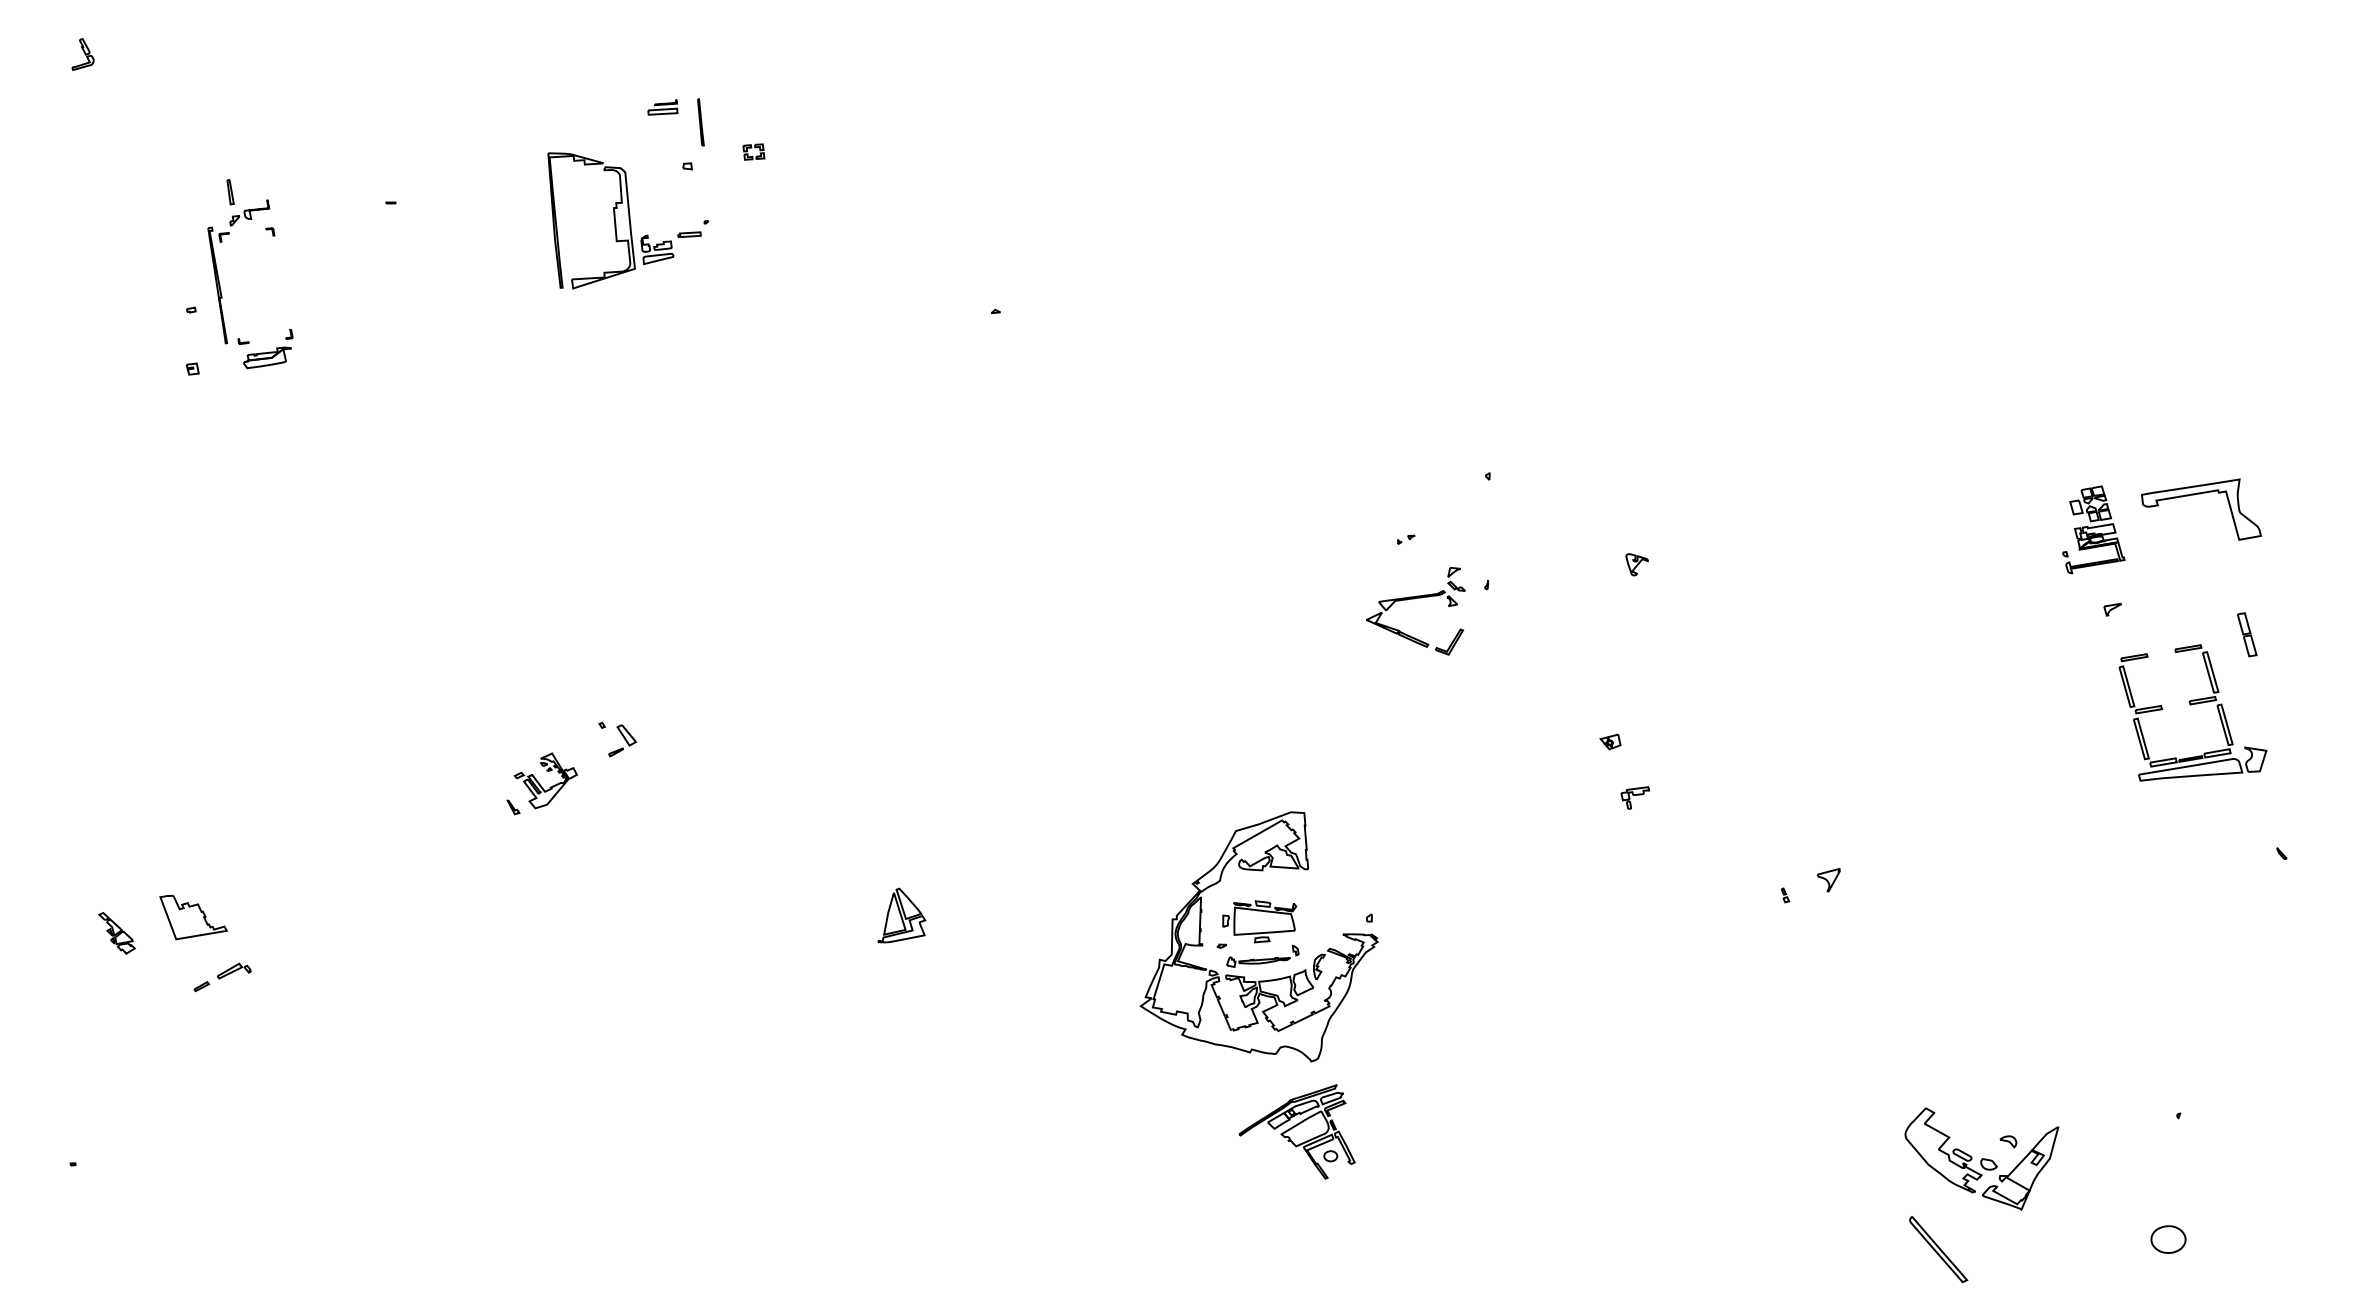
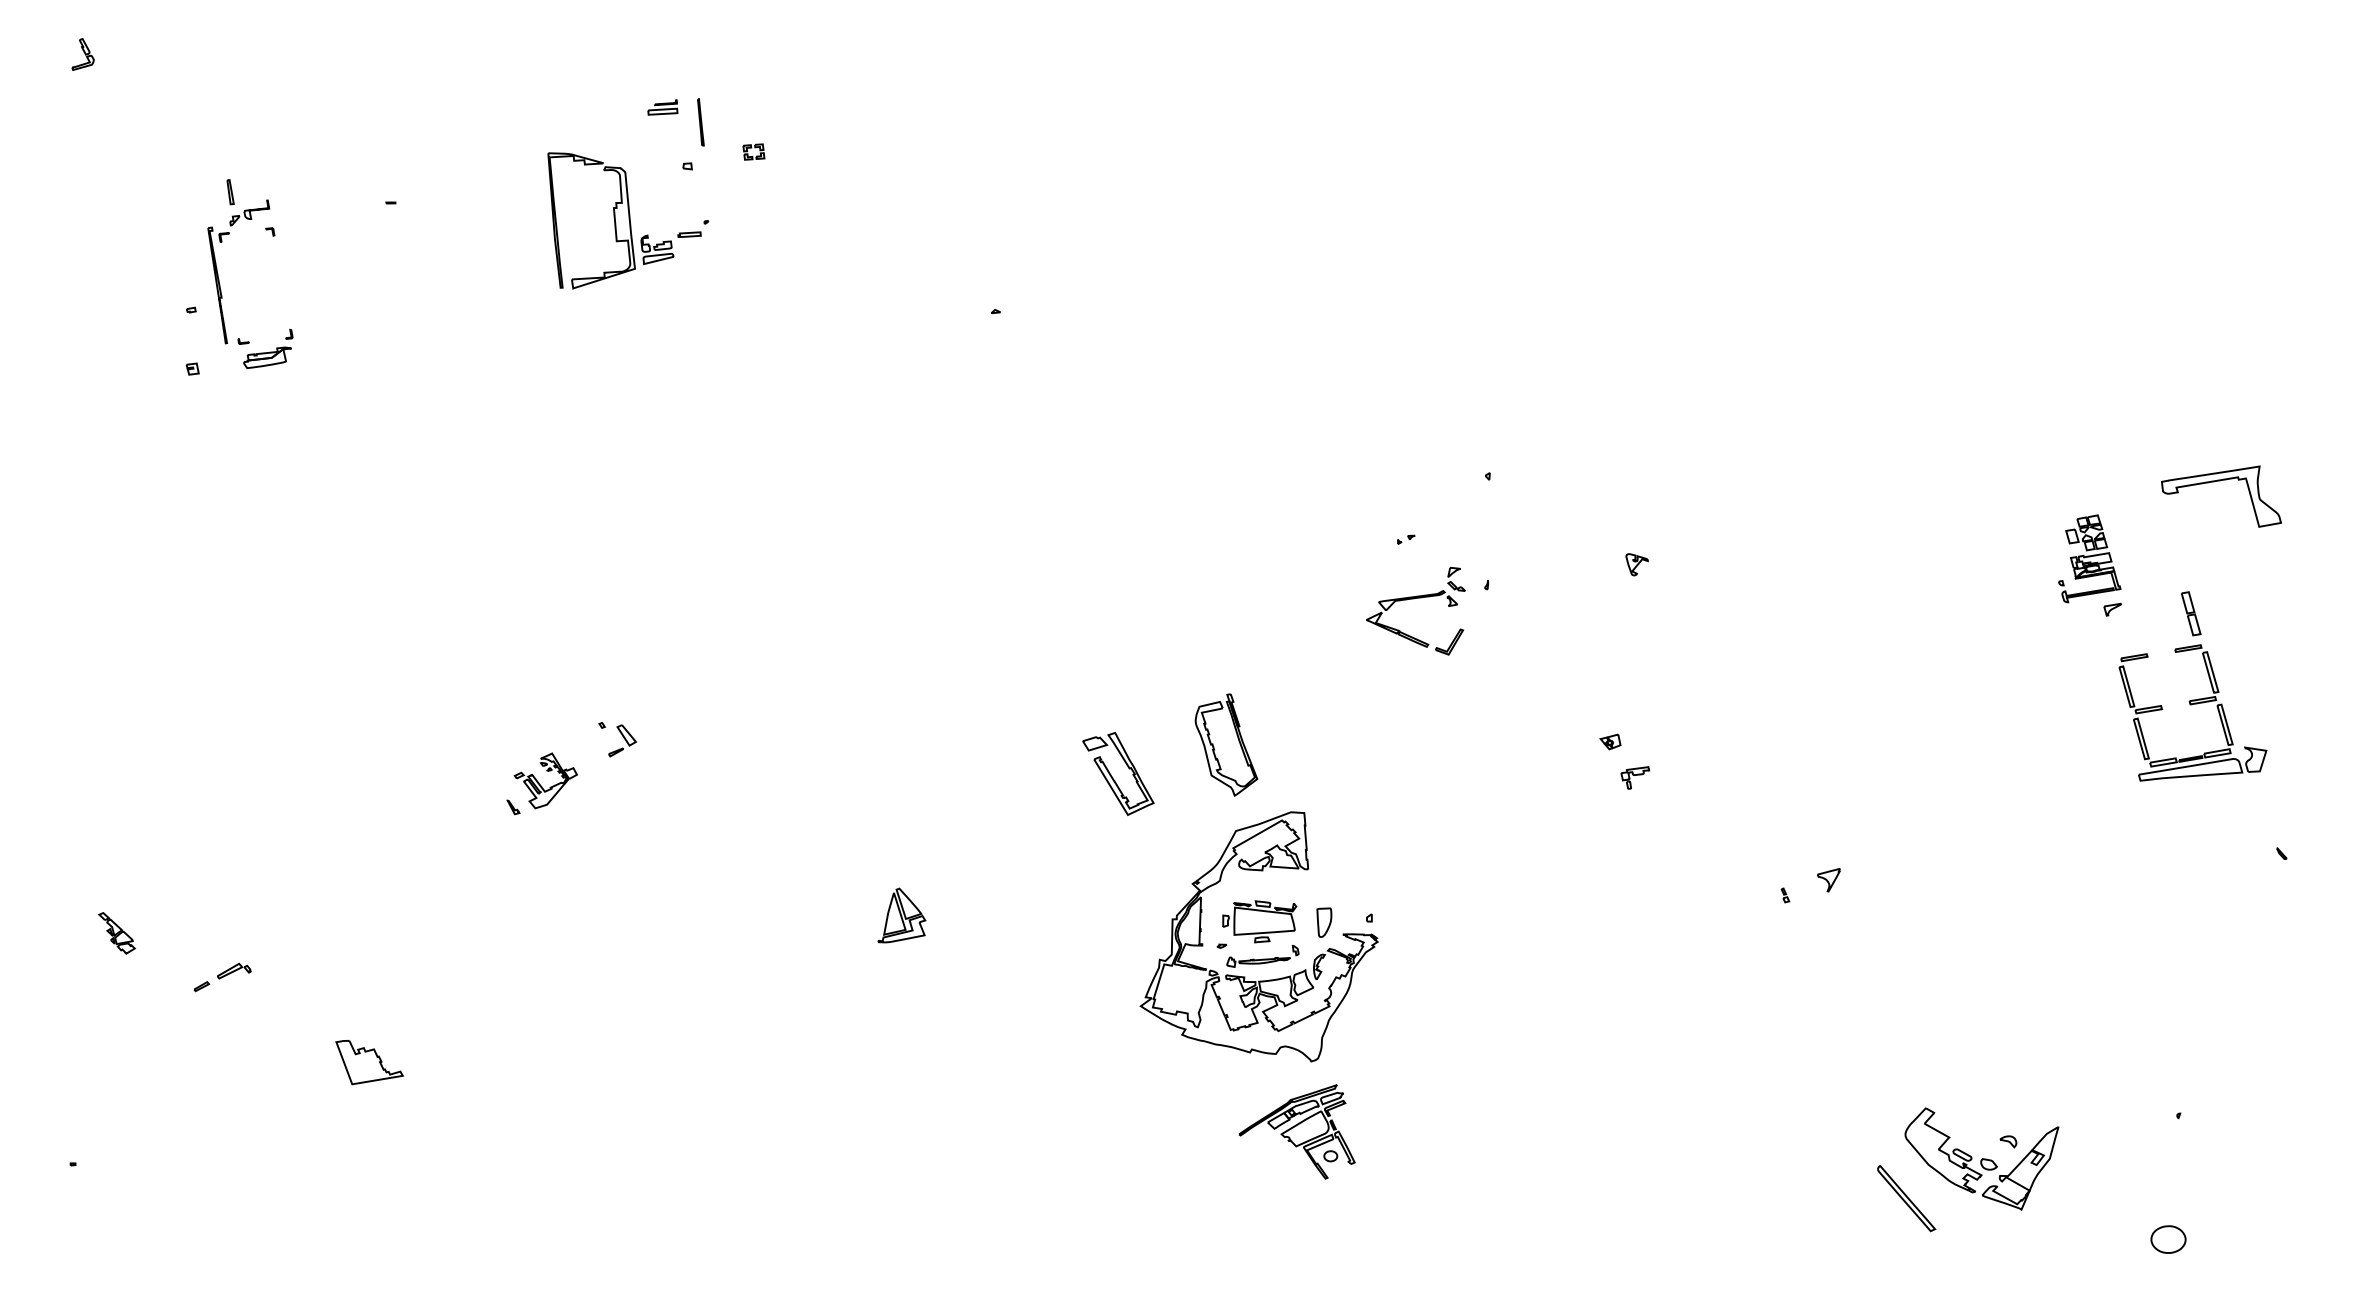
part at (2200, 494) position: (2200, 494) -> (2220, 481)
part at (2093, 529) position: (2093, 529) -> (2089, 558)
part at (2247, 634) position: (2247, 634) -> (2191, 613)
part at (1214, 746): none -> present
part at (1113, 777): none -> present
part at (1635, 797) position: (1635, 797) -> (1635, 777)
part at (193, 917) position: (193, 917) -> (369, 1062)
part at (1324, 922): none -> present
part at (1938, 1249) position: (1938, 1249) -> (1906, 1198)
